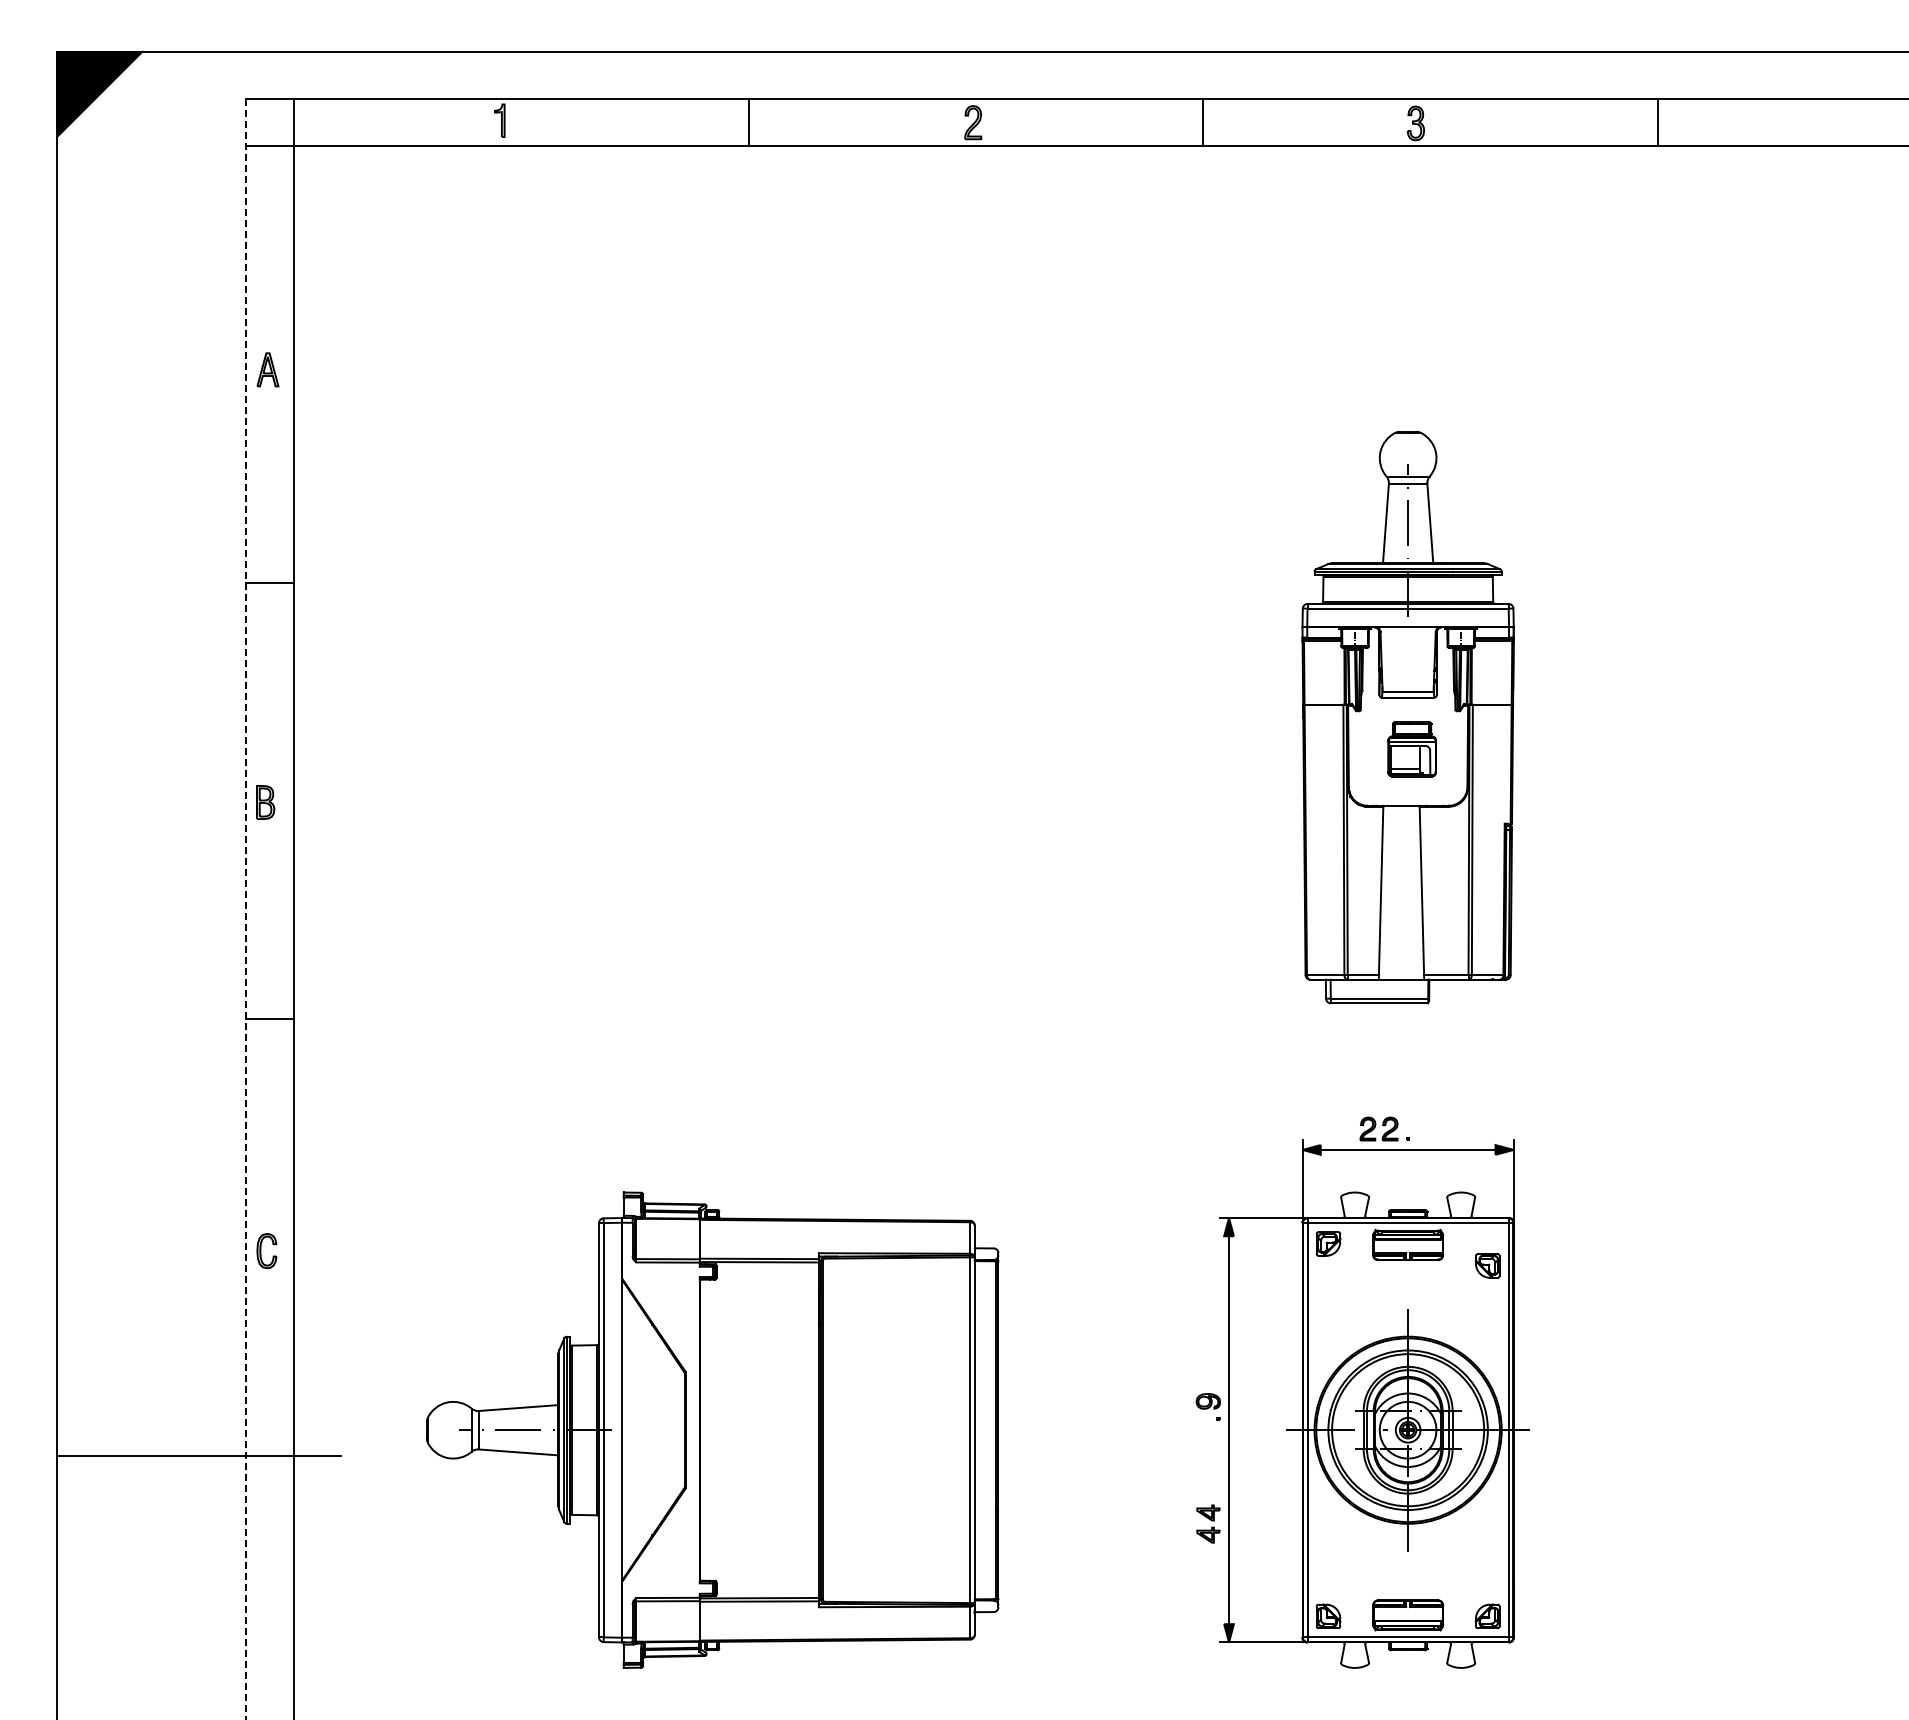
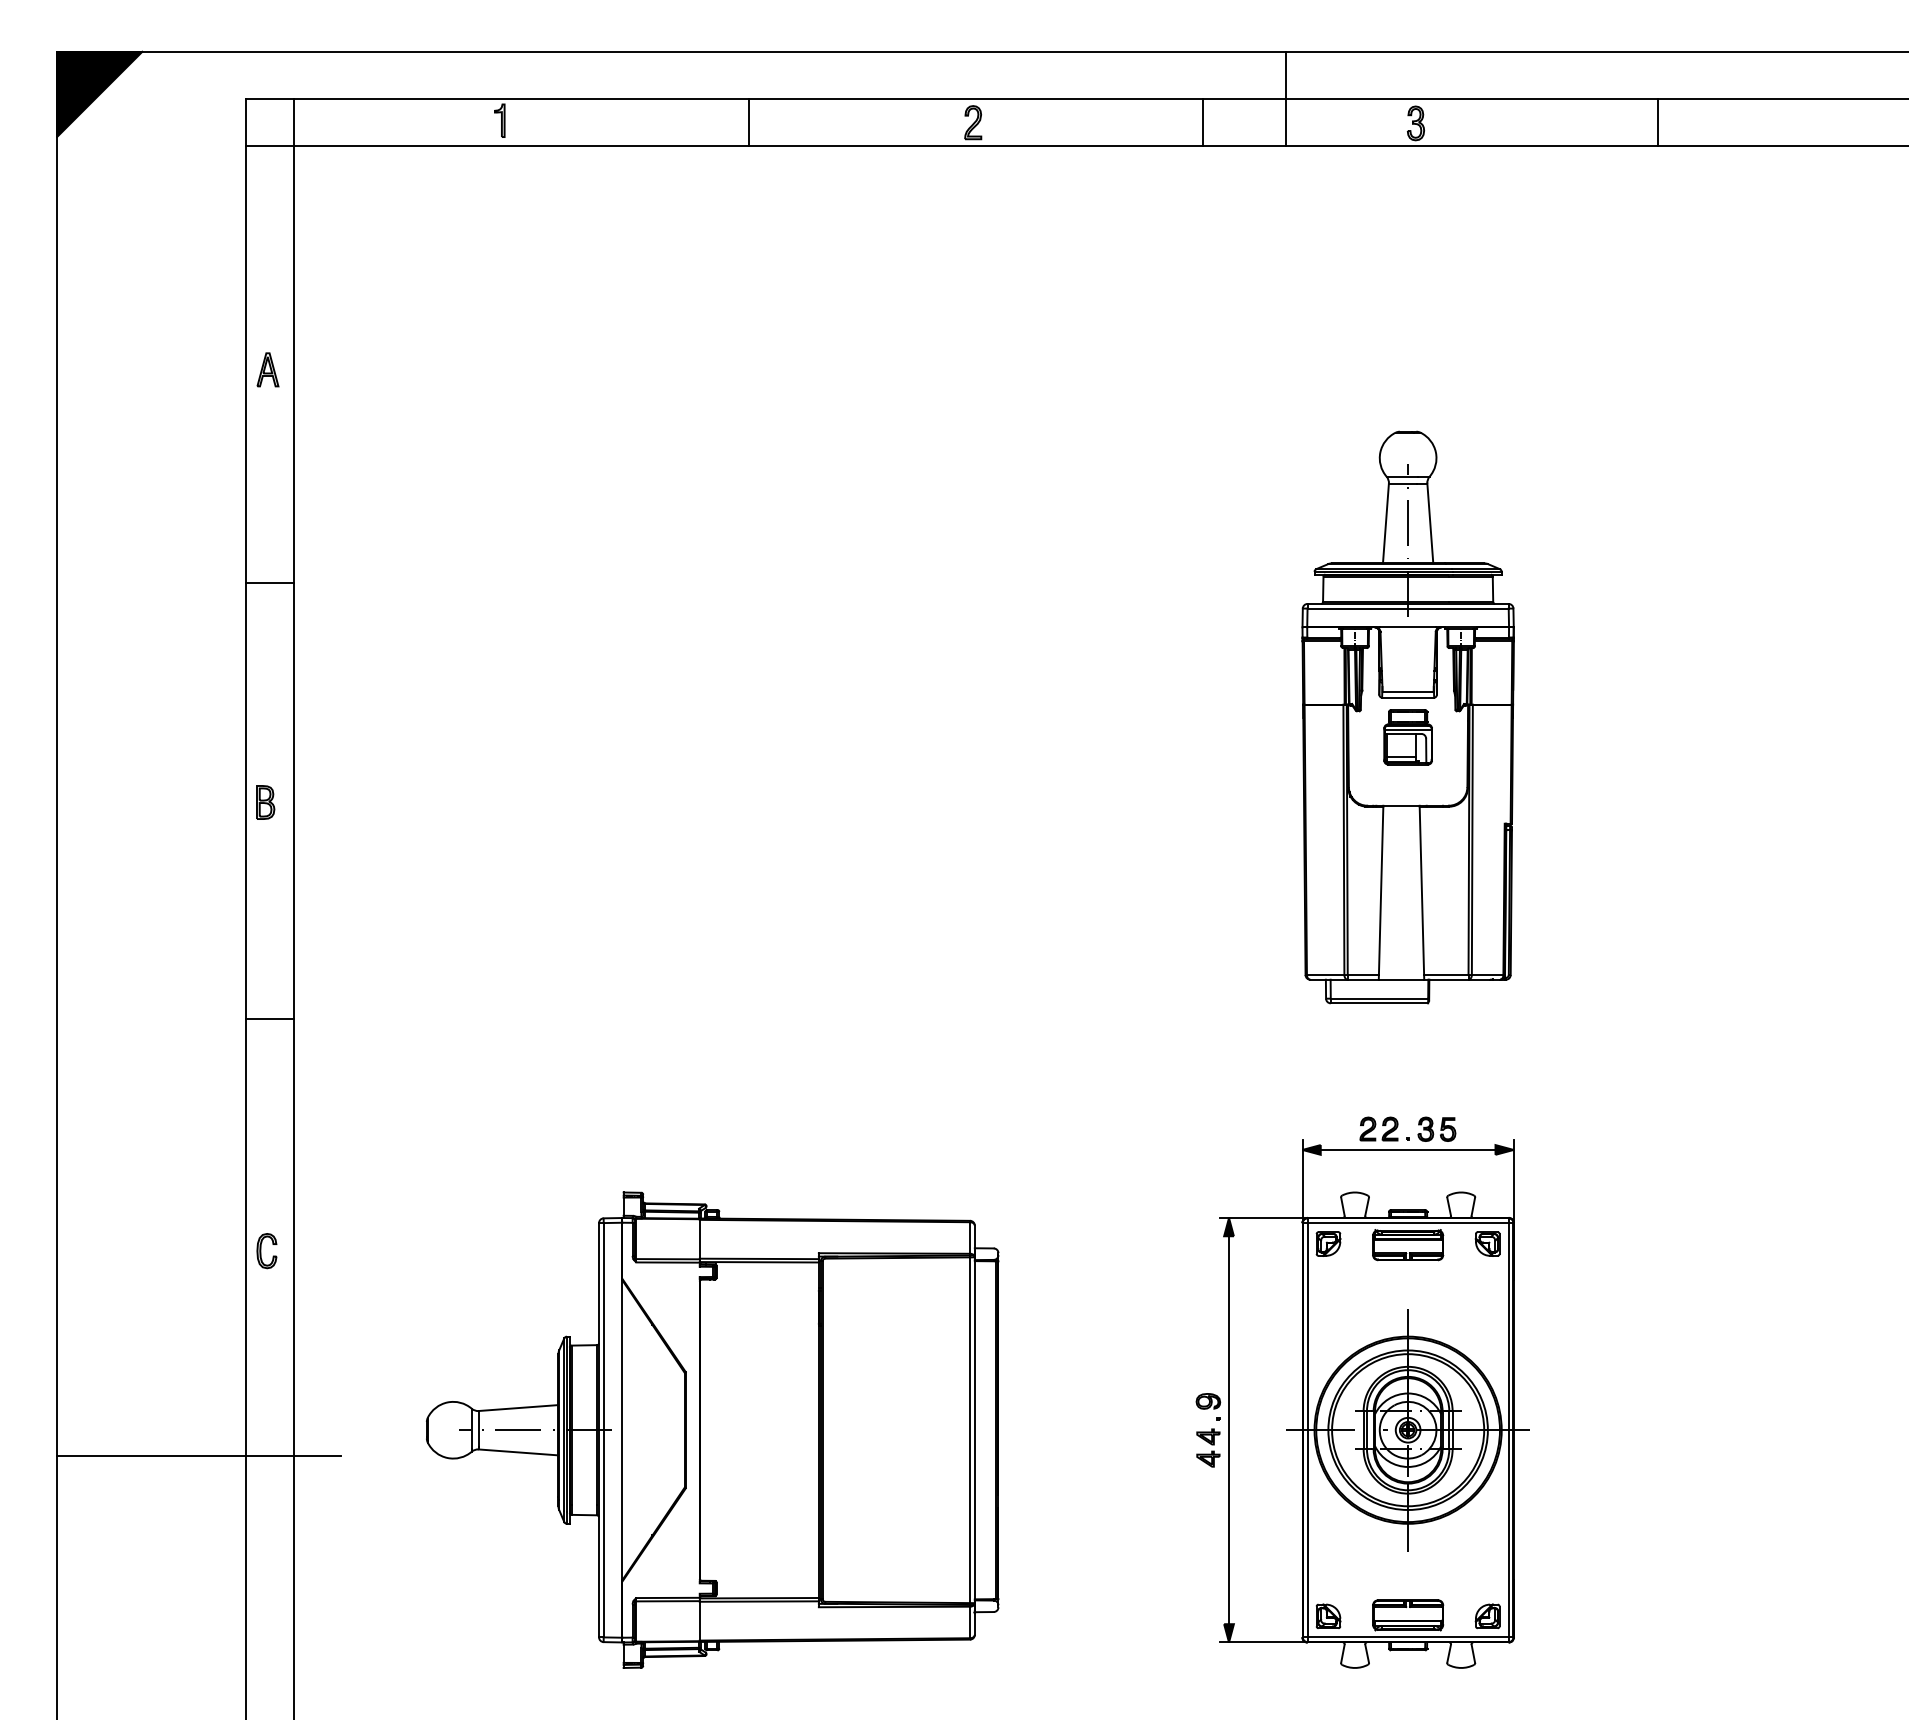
line at (1286, 98): none -> present
part at (1411, 749) position: (1411, 749) -> (1407, 737)
line at (246, 909): dashed -> solid
part at (1436, 1128): none -> present
part at (1487, 1265) position: (1487, 1265) -> (1487, 1243)
part at (1208, 1523) position: (1208, 1523) -> (1208, 1447)
